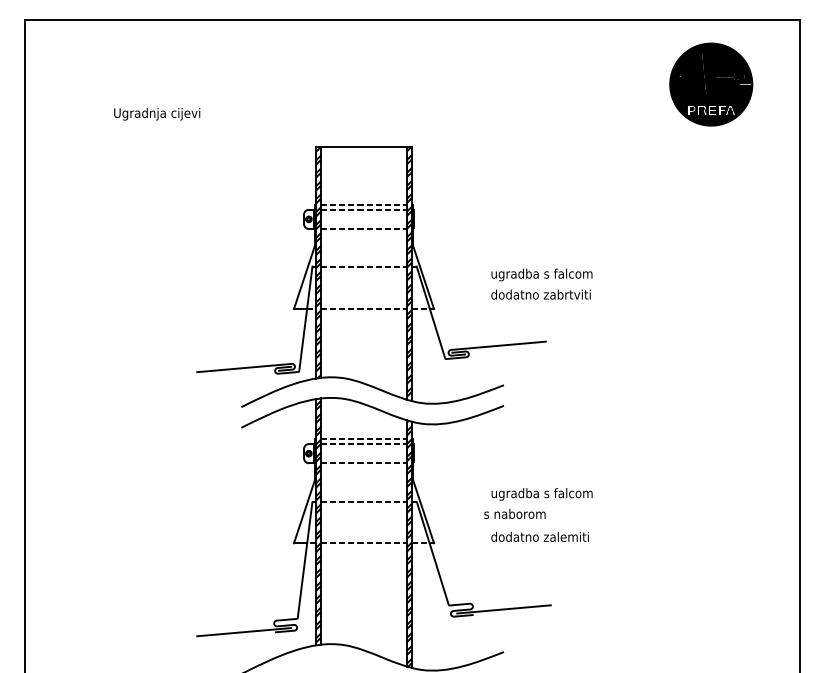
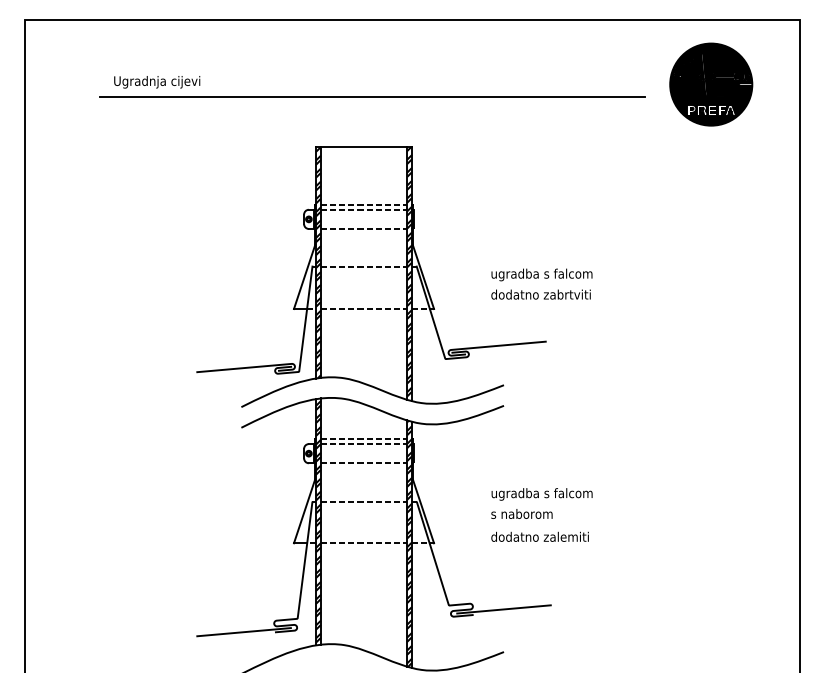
line at (372, 96): none -> present
text at (157, 114) position: (157, 114) -> (157, 82)
text at (514, 513) position: (514, 513) -> (521, 513)
